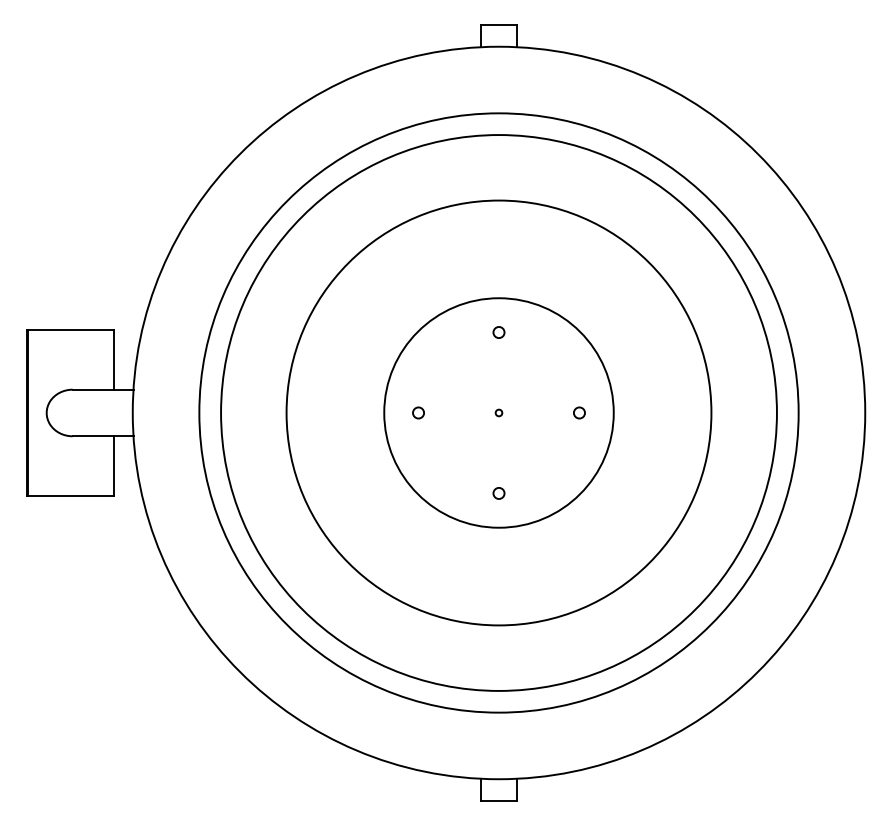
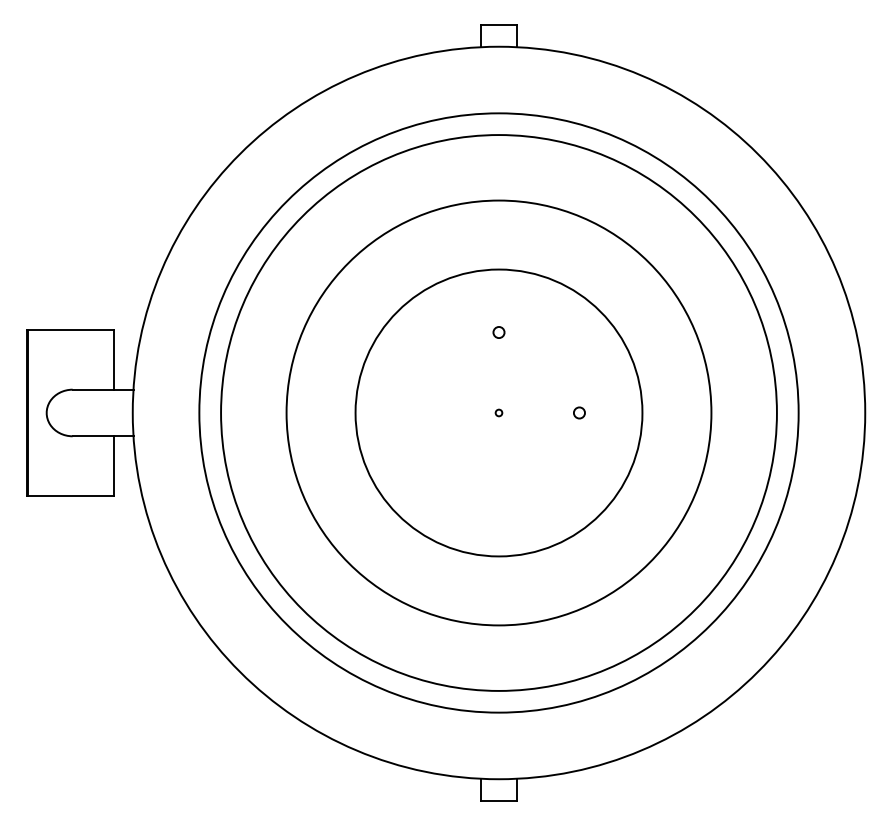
circle at (418, 412): present -> none
circle at (498, 412) diameter: 230 px -> 287 px
circle at (498, 493): present -> none
